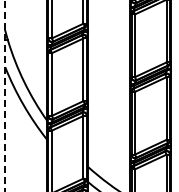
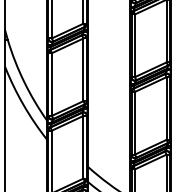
line at (5, 96): dashed -> solid
